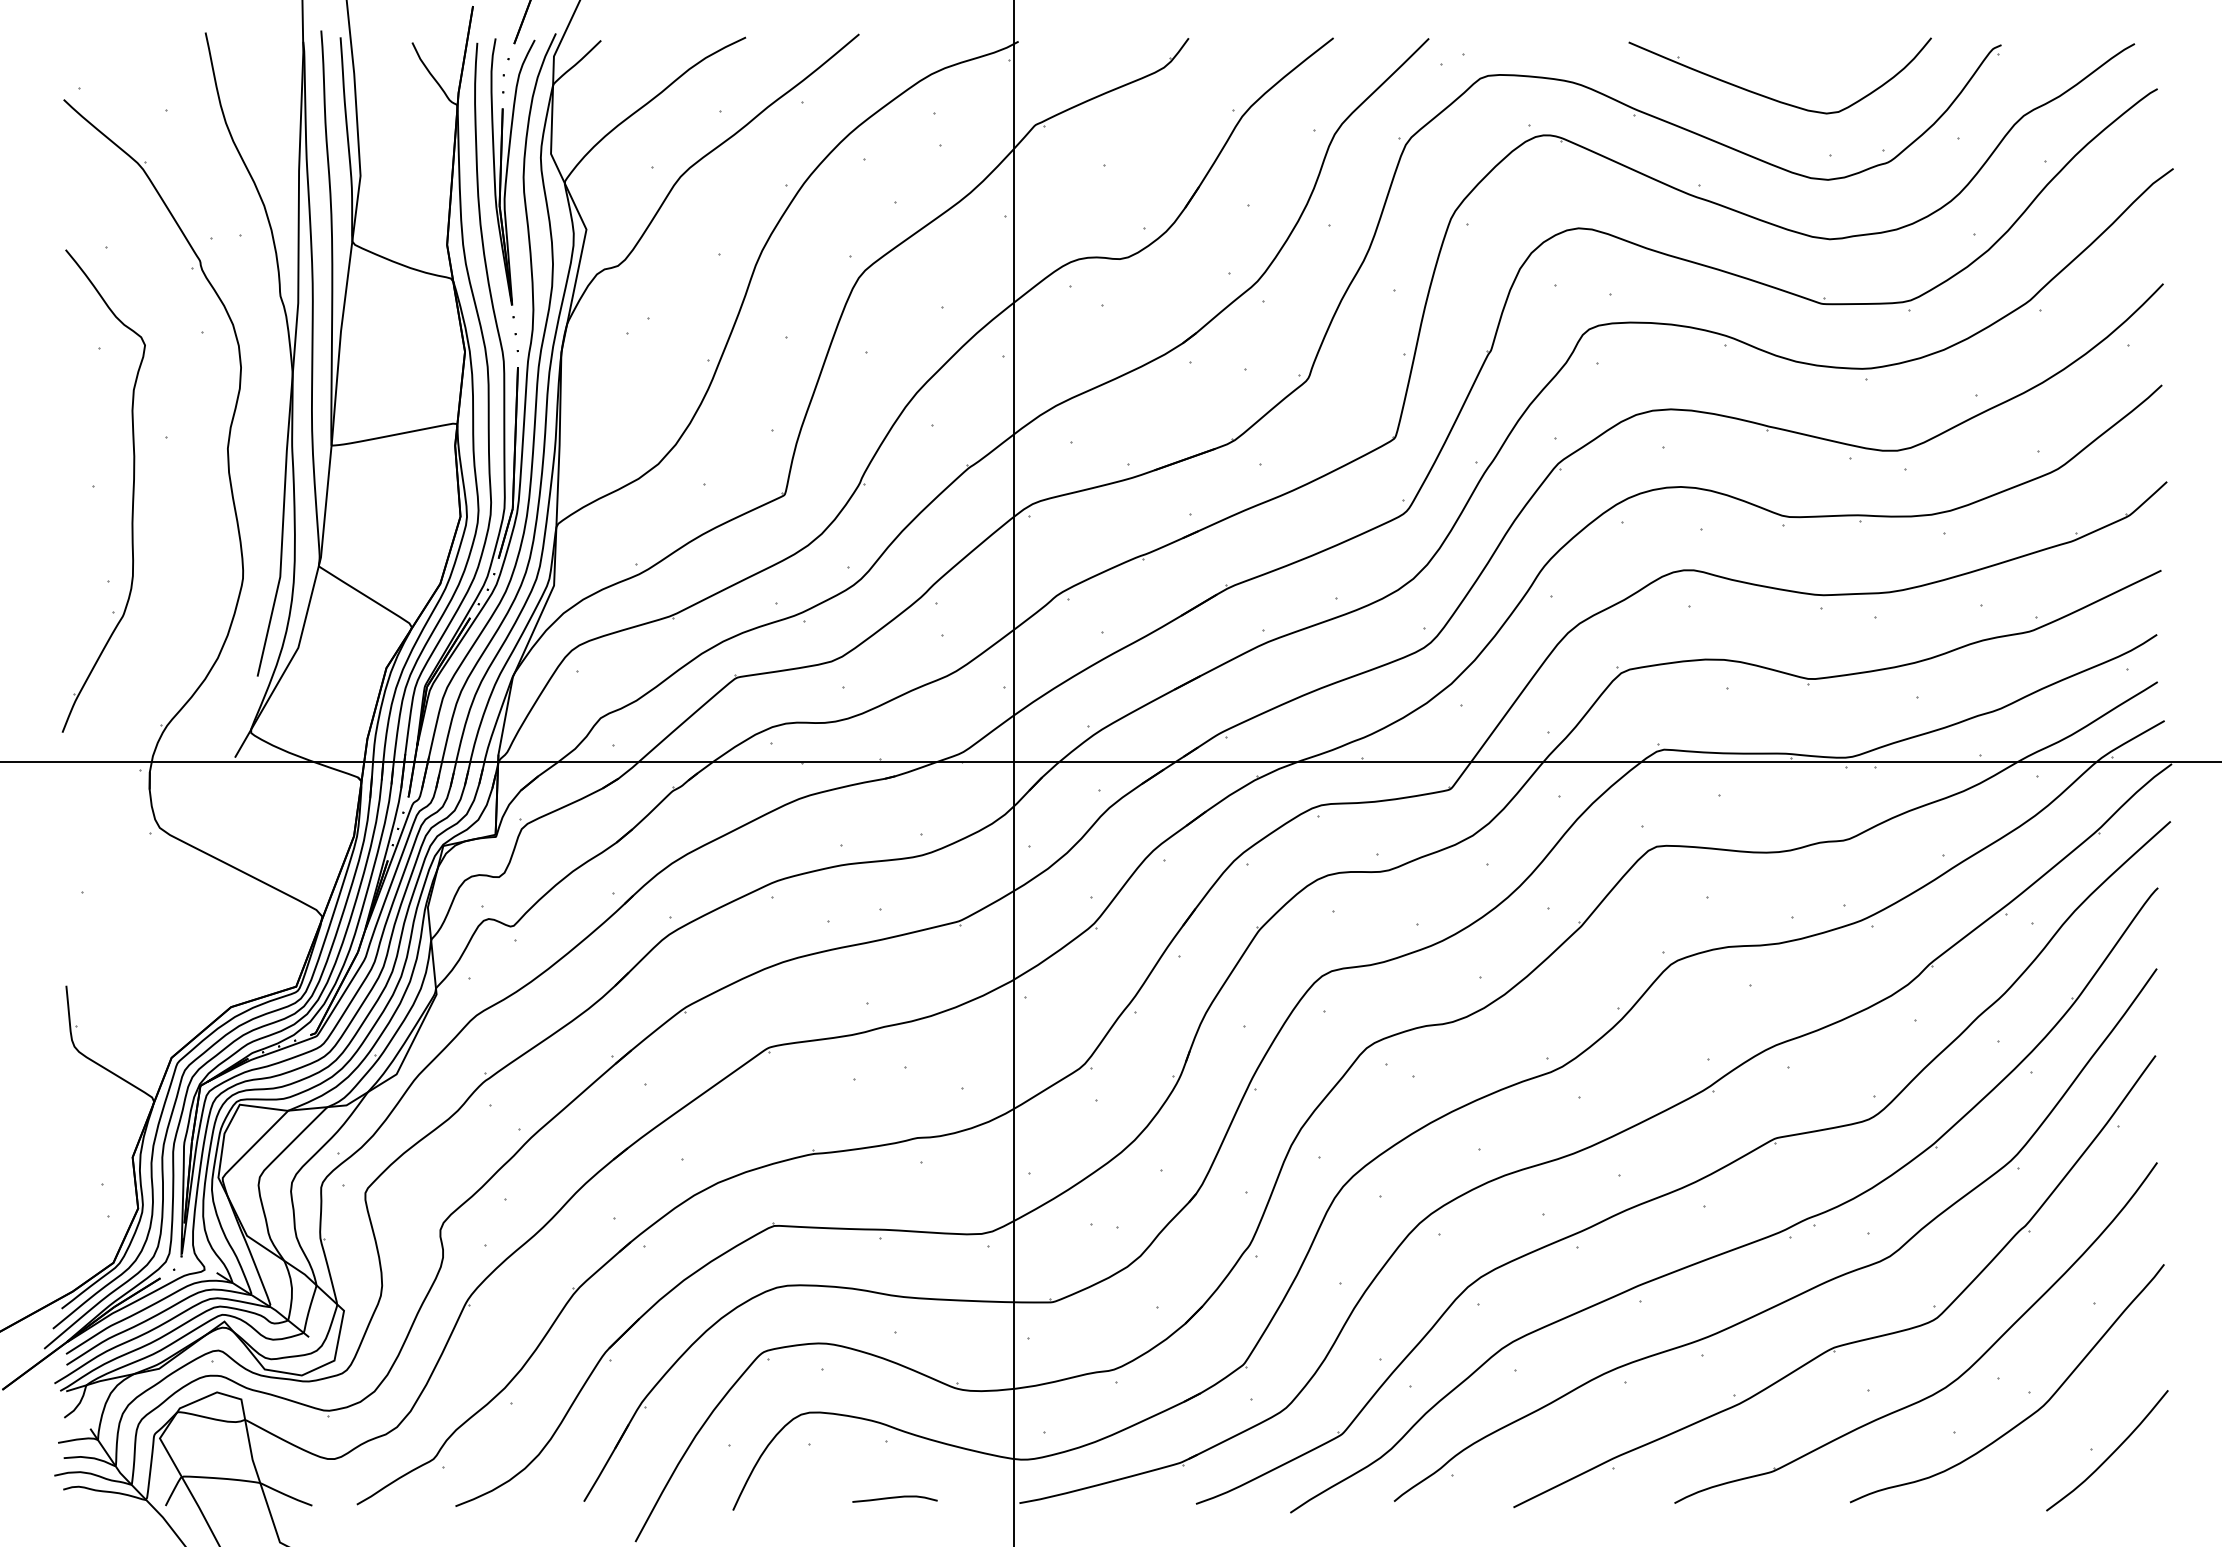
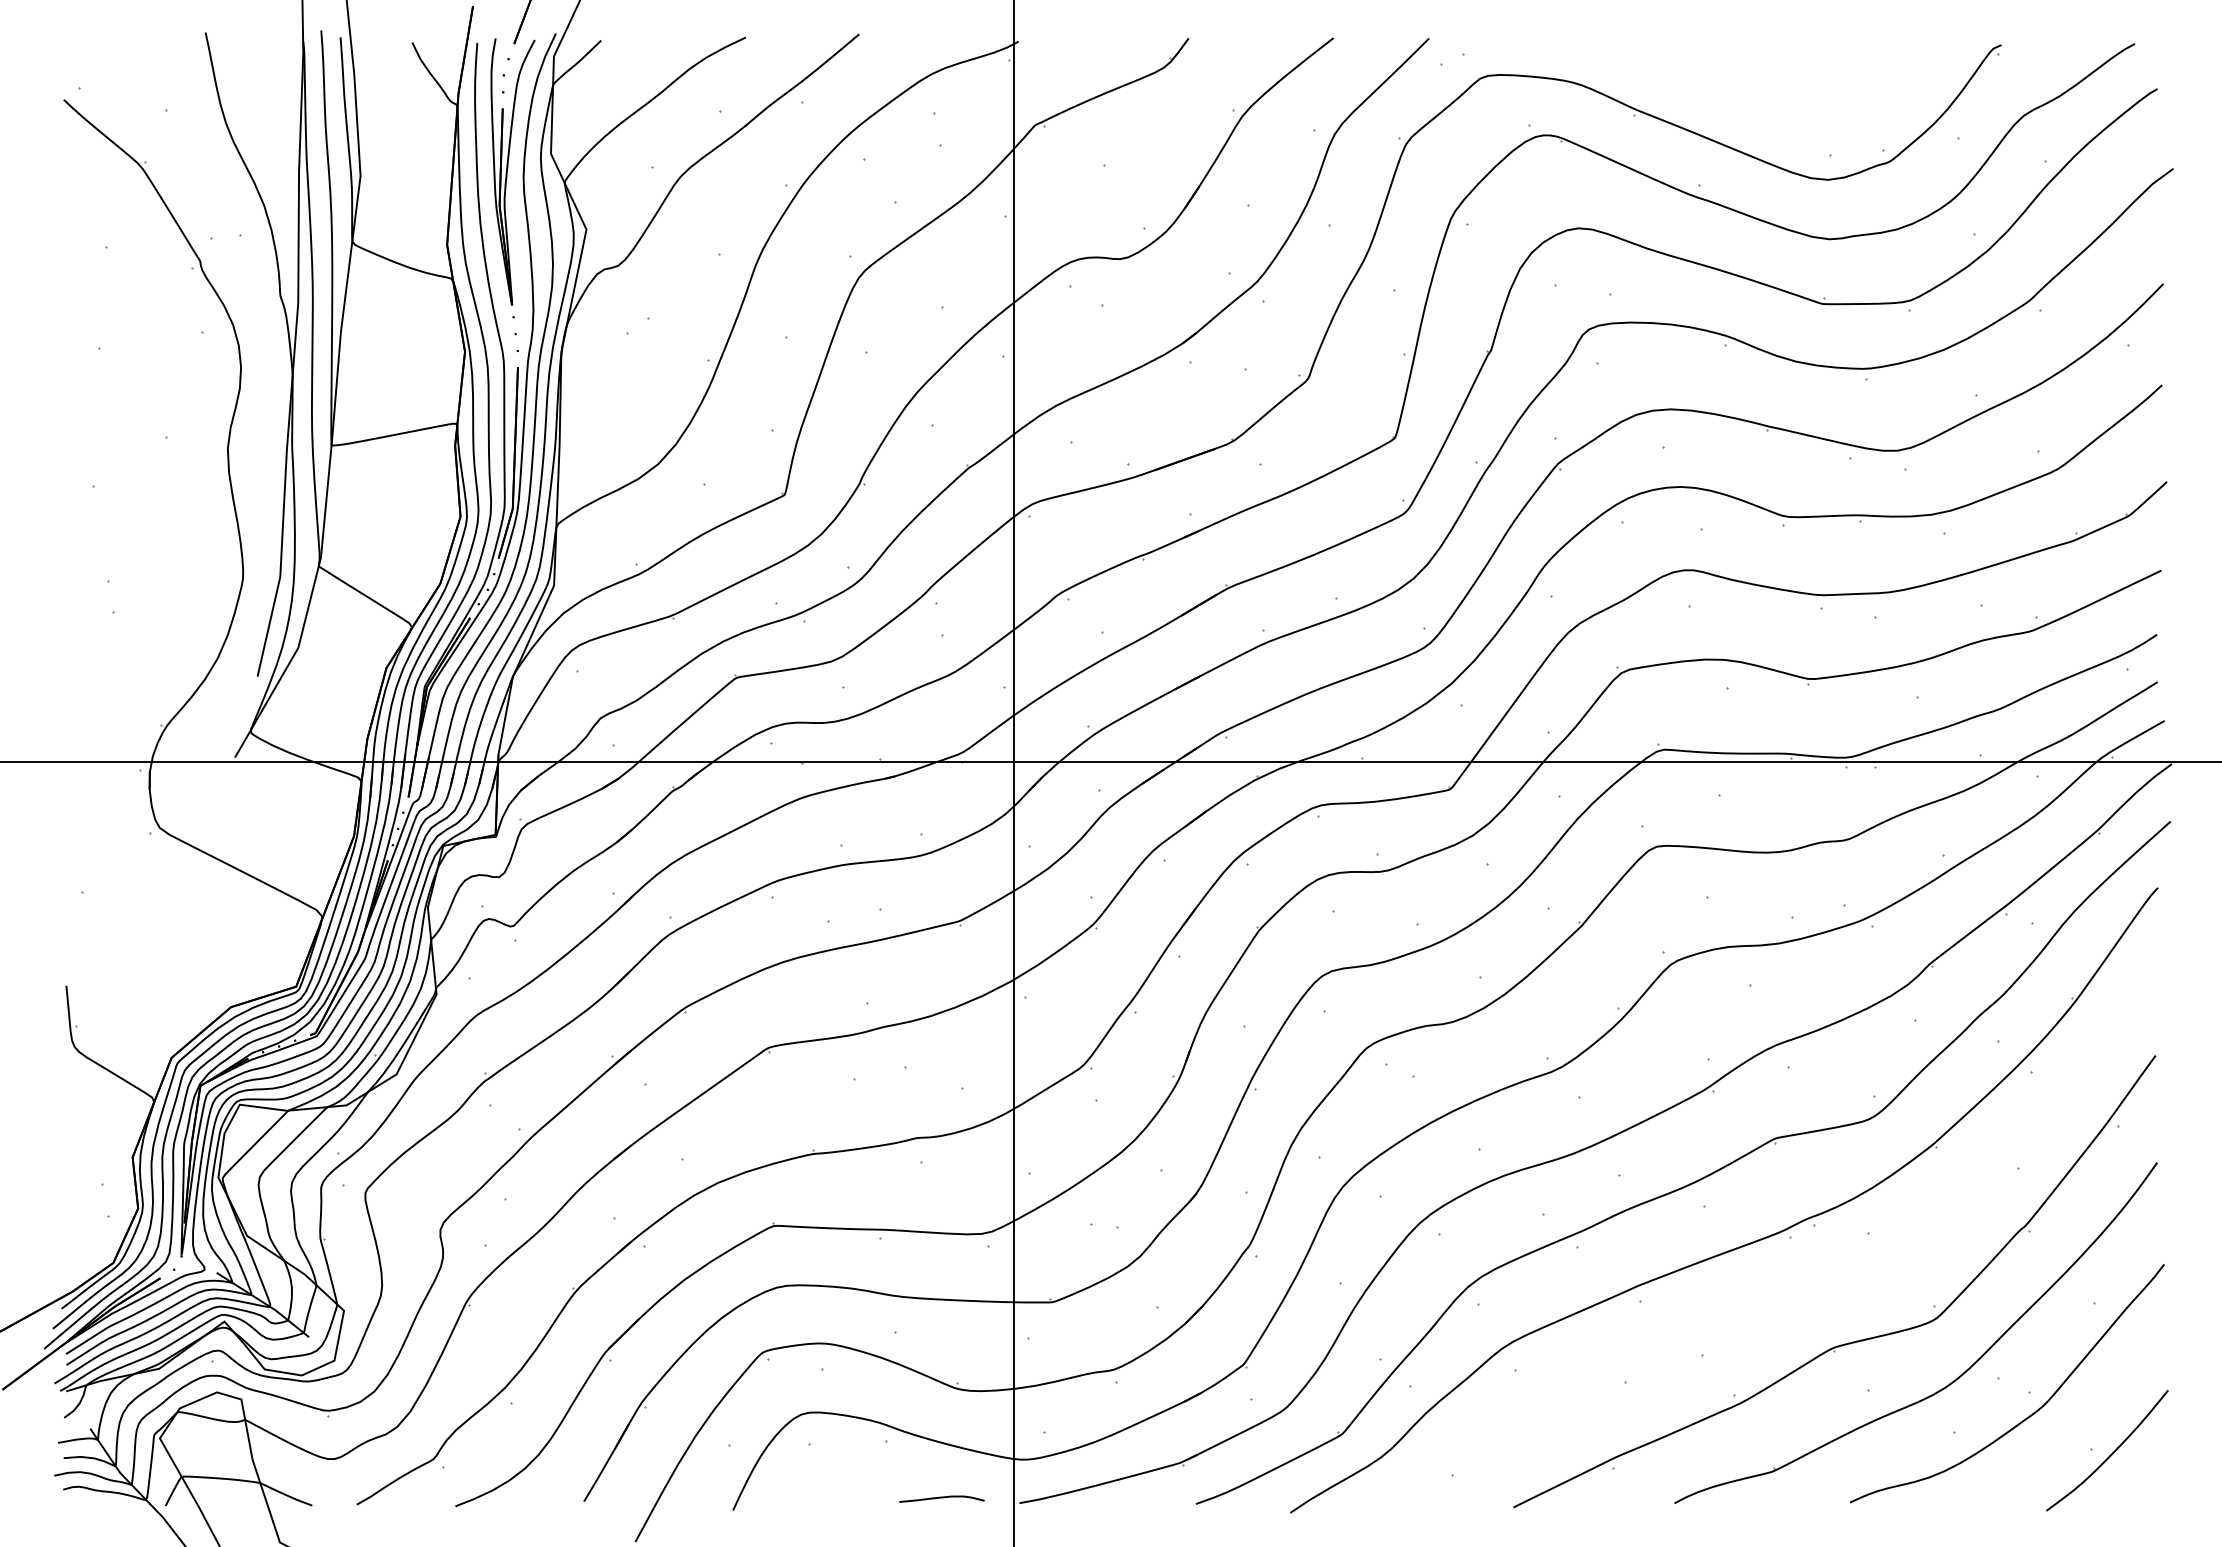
part at (1770, 97): present -> none
part at (132, 490): present -> none
curve at (1803, 1291): present -> none
curve at (894, 1498) position: (894, 1498) -> (941, 1498)
